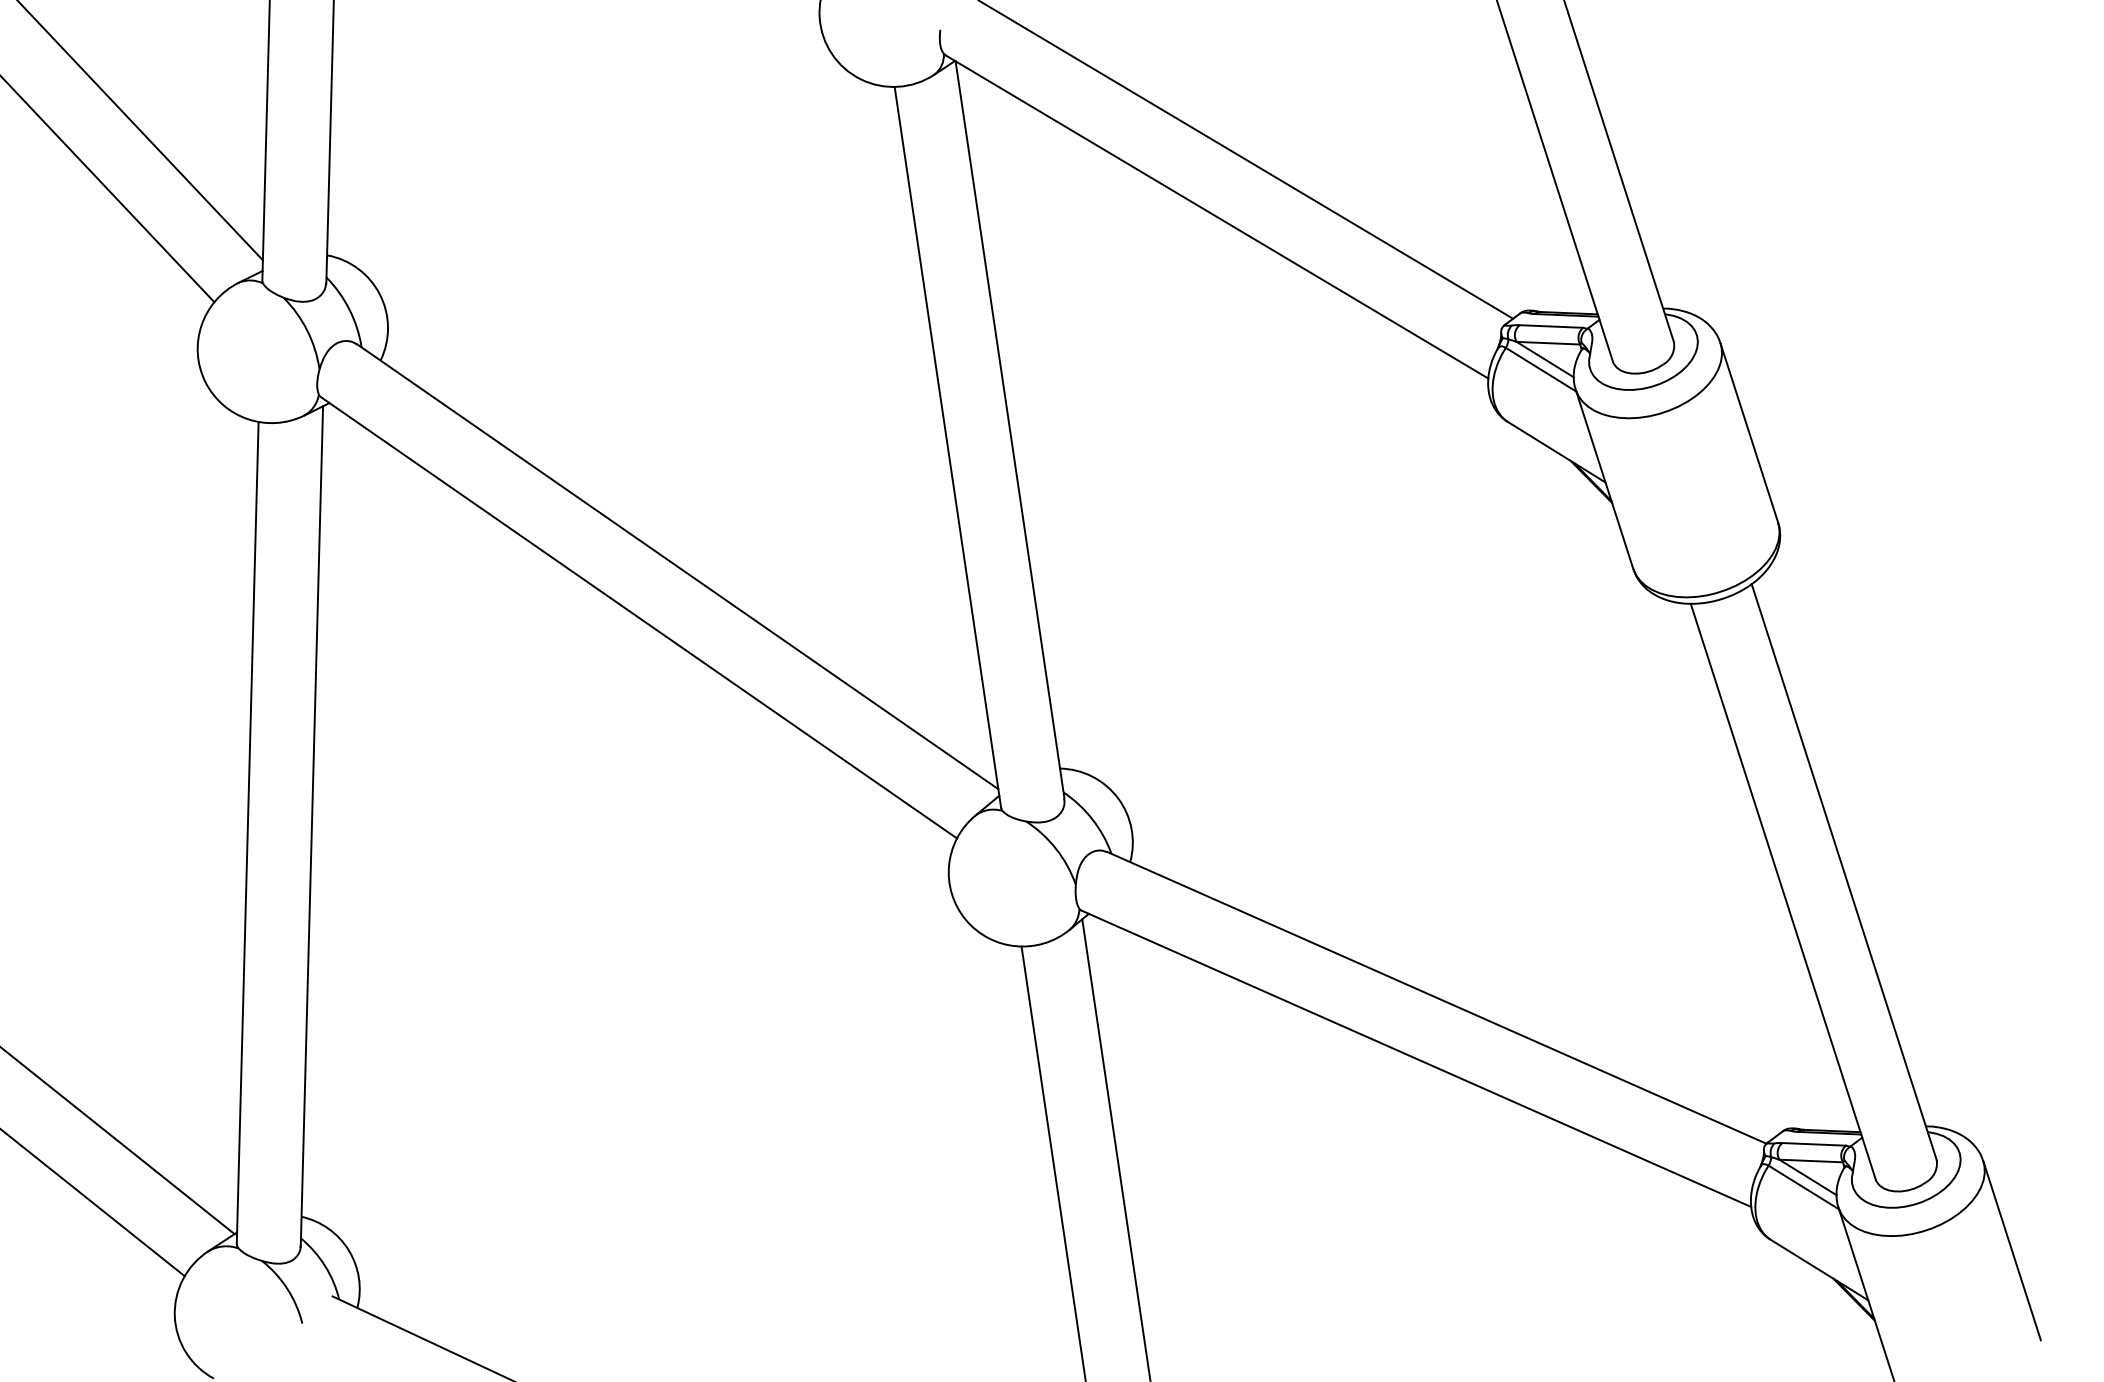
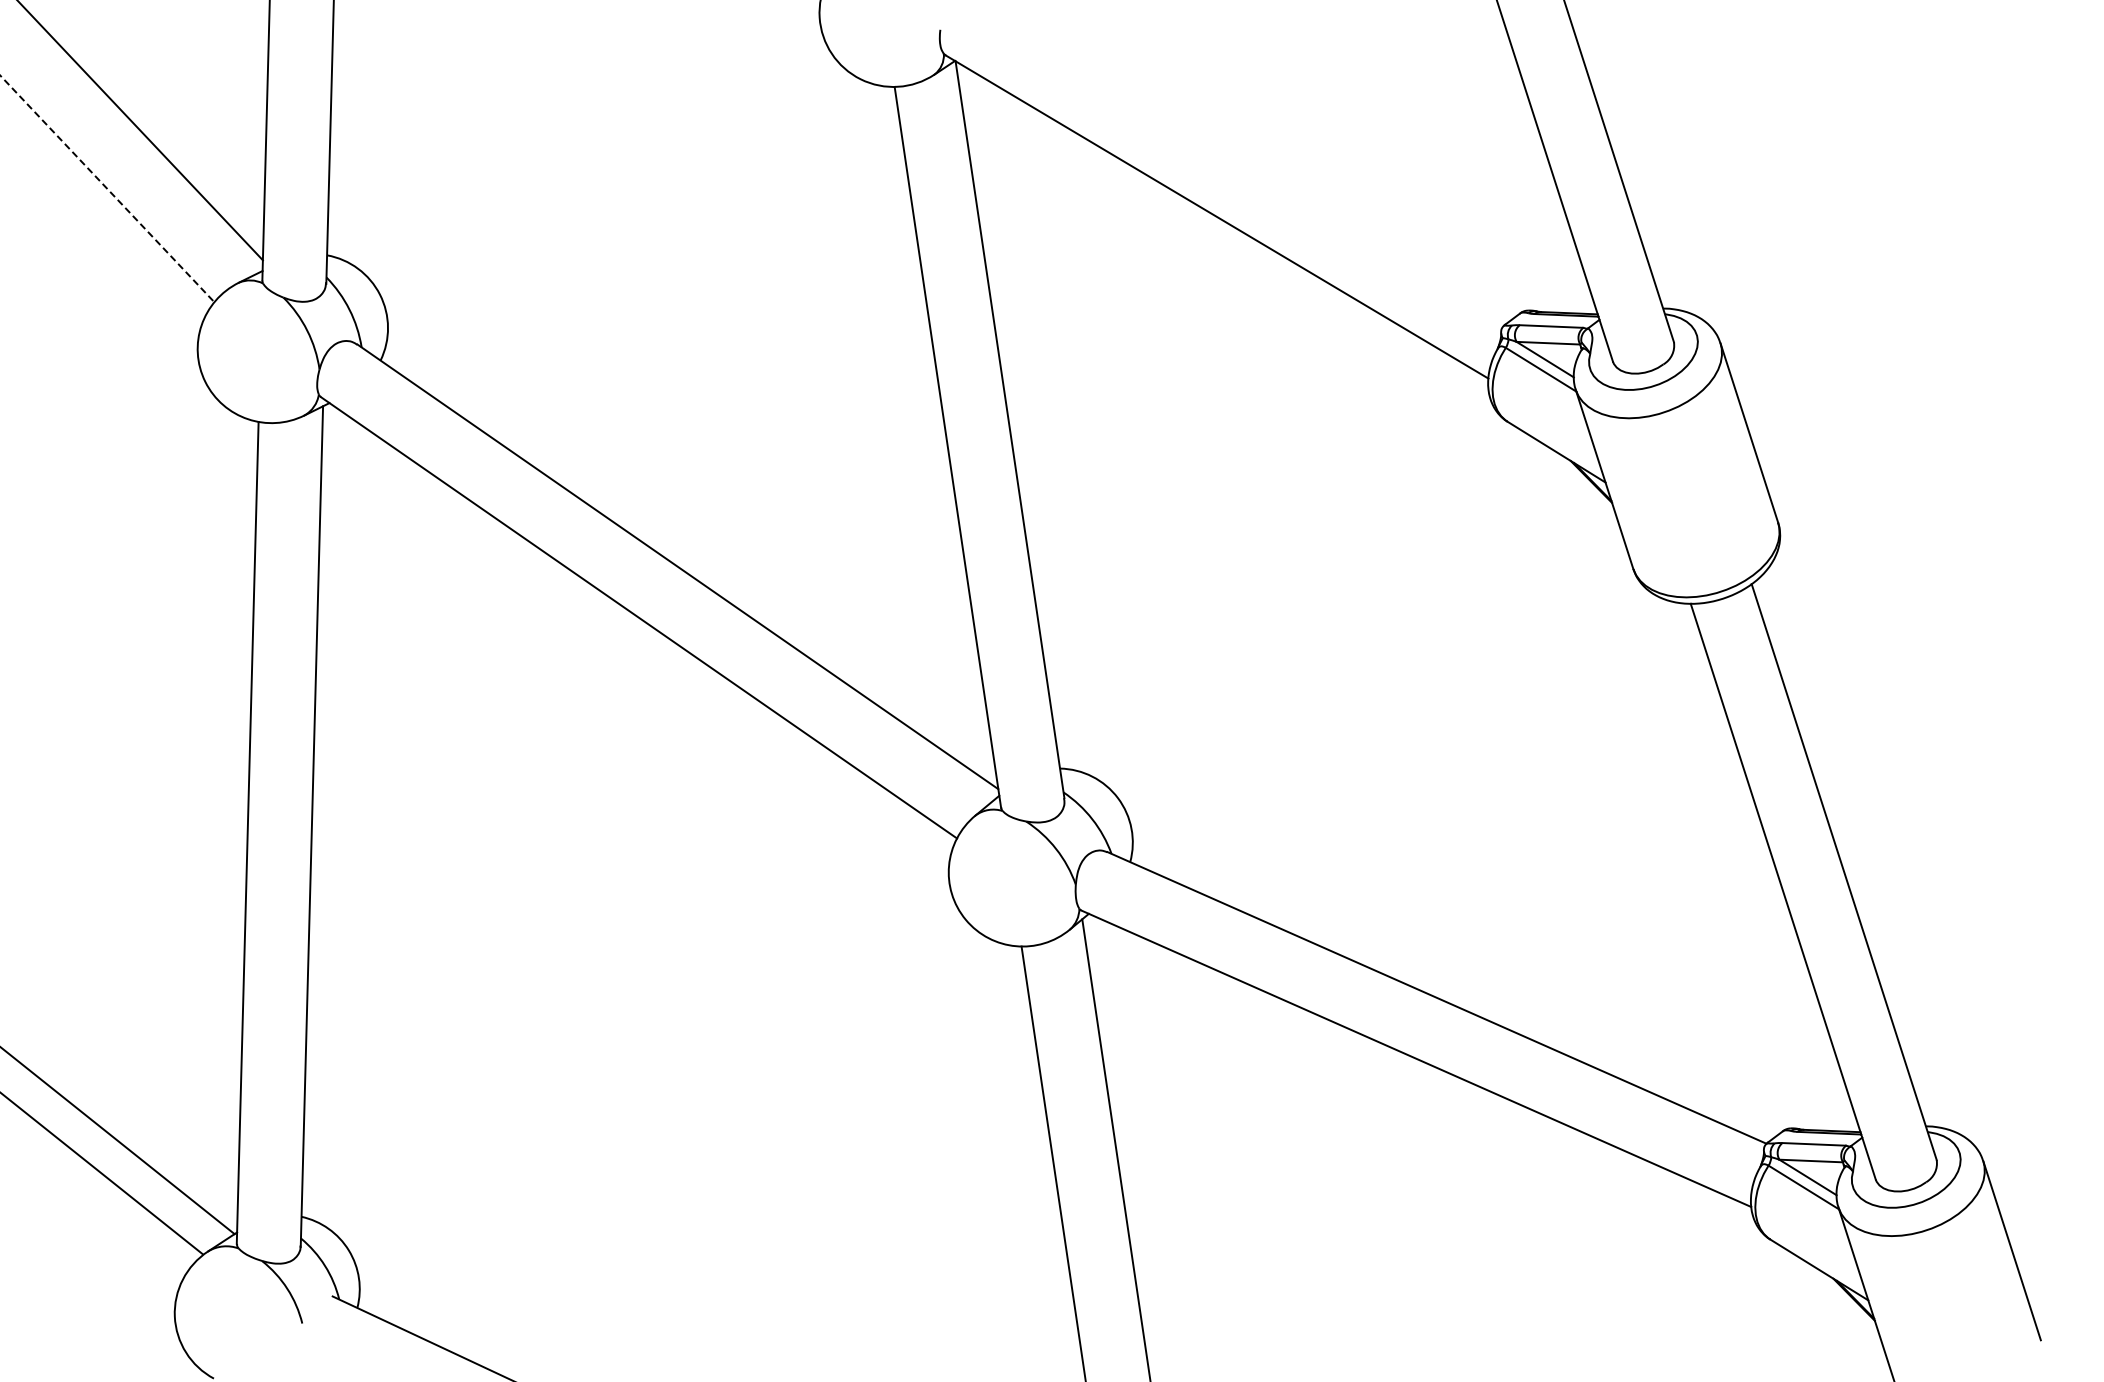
line at (1247, 160): present -> none
line at (107, 188): solid -> dashed
line at (93, 1203) position: (93, 1203) -> (102, 1174)
